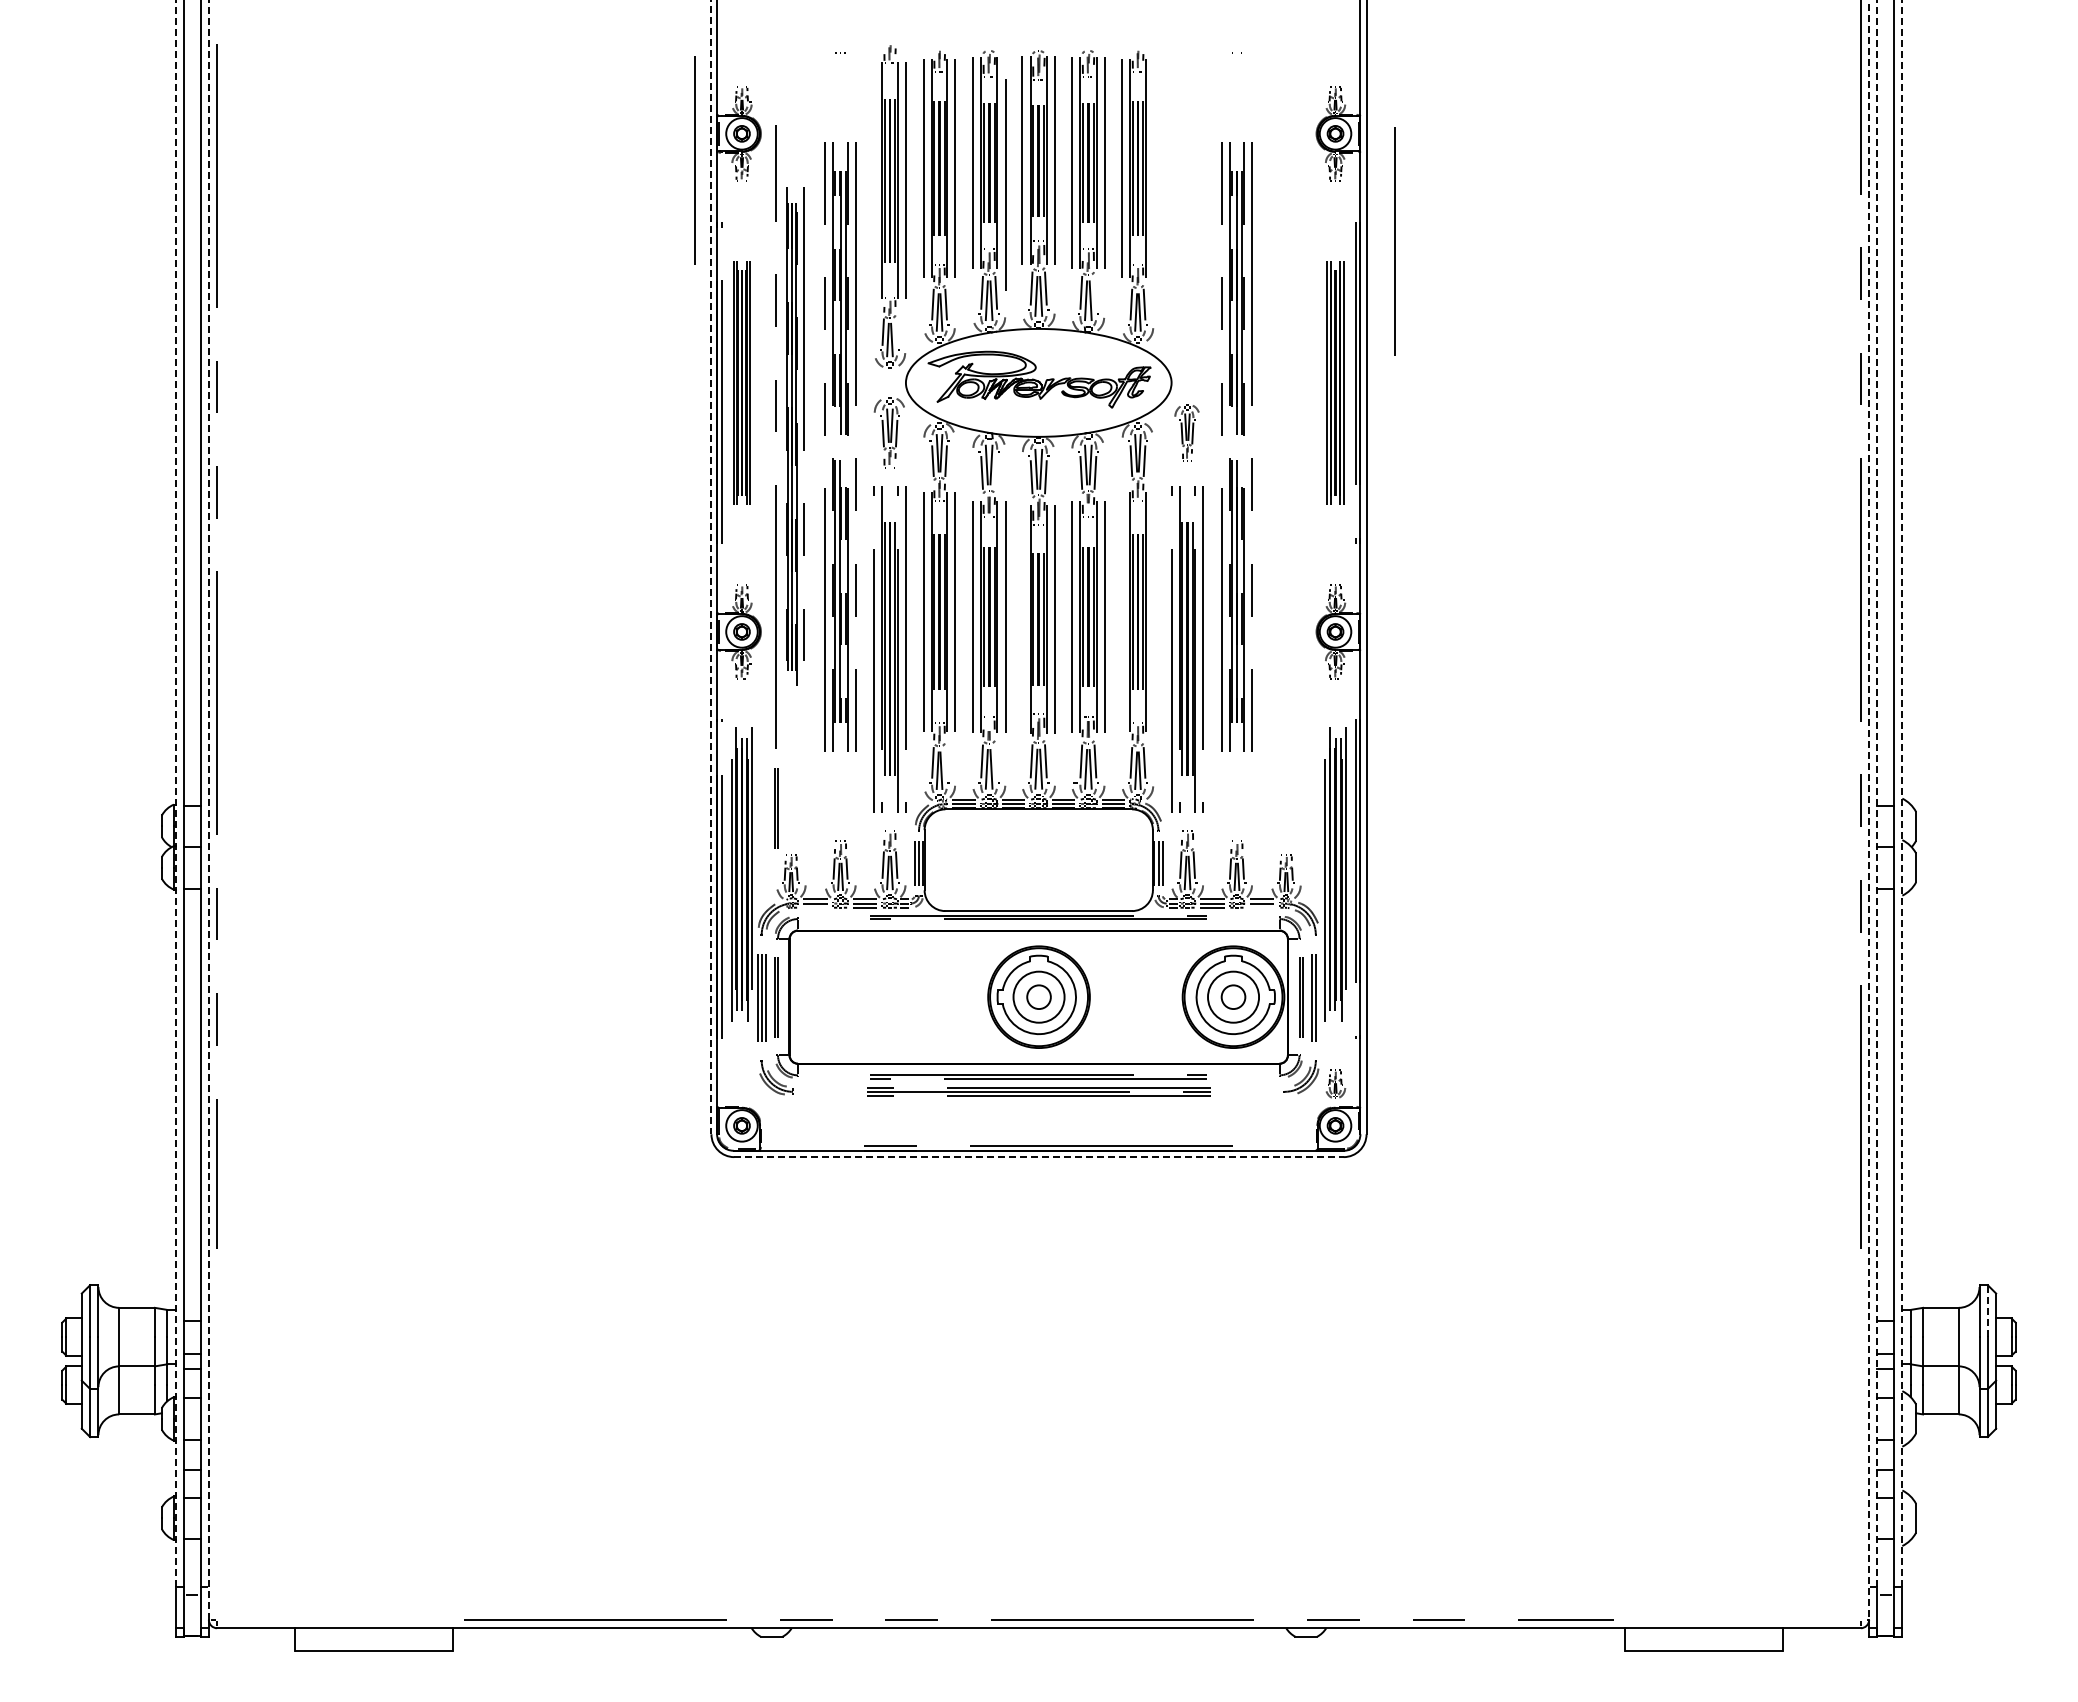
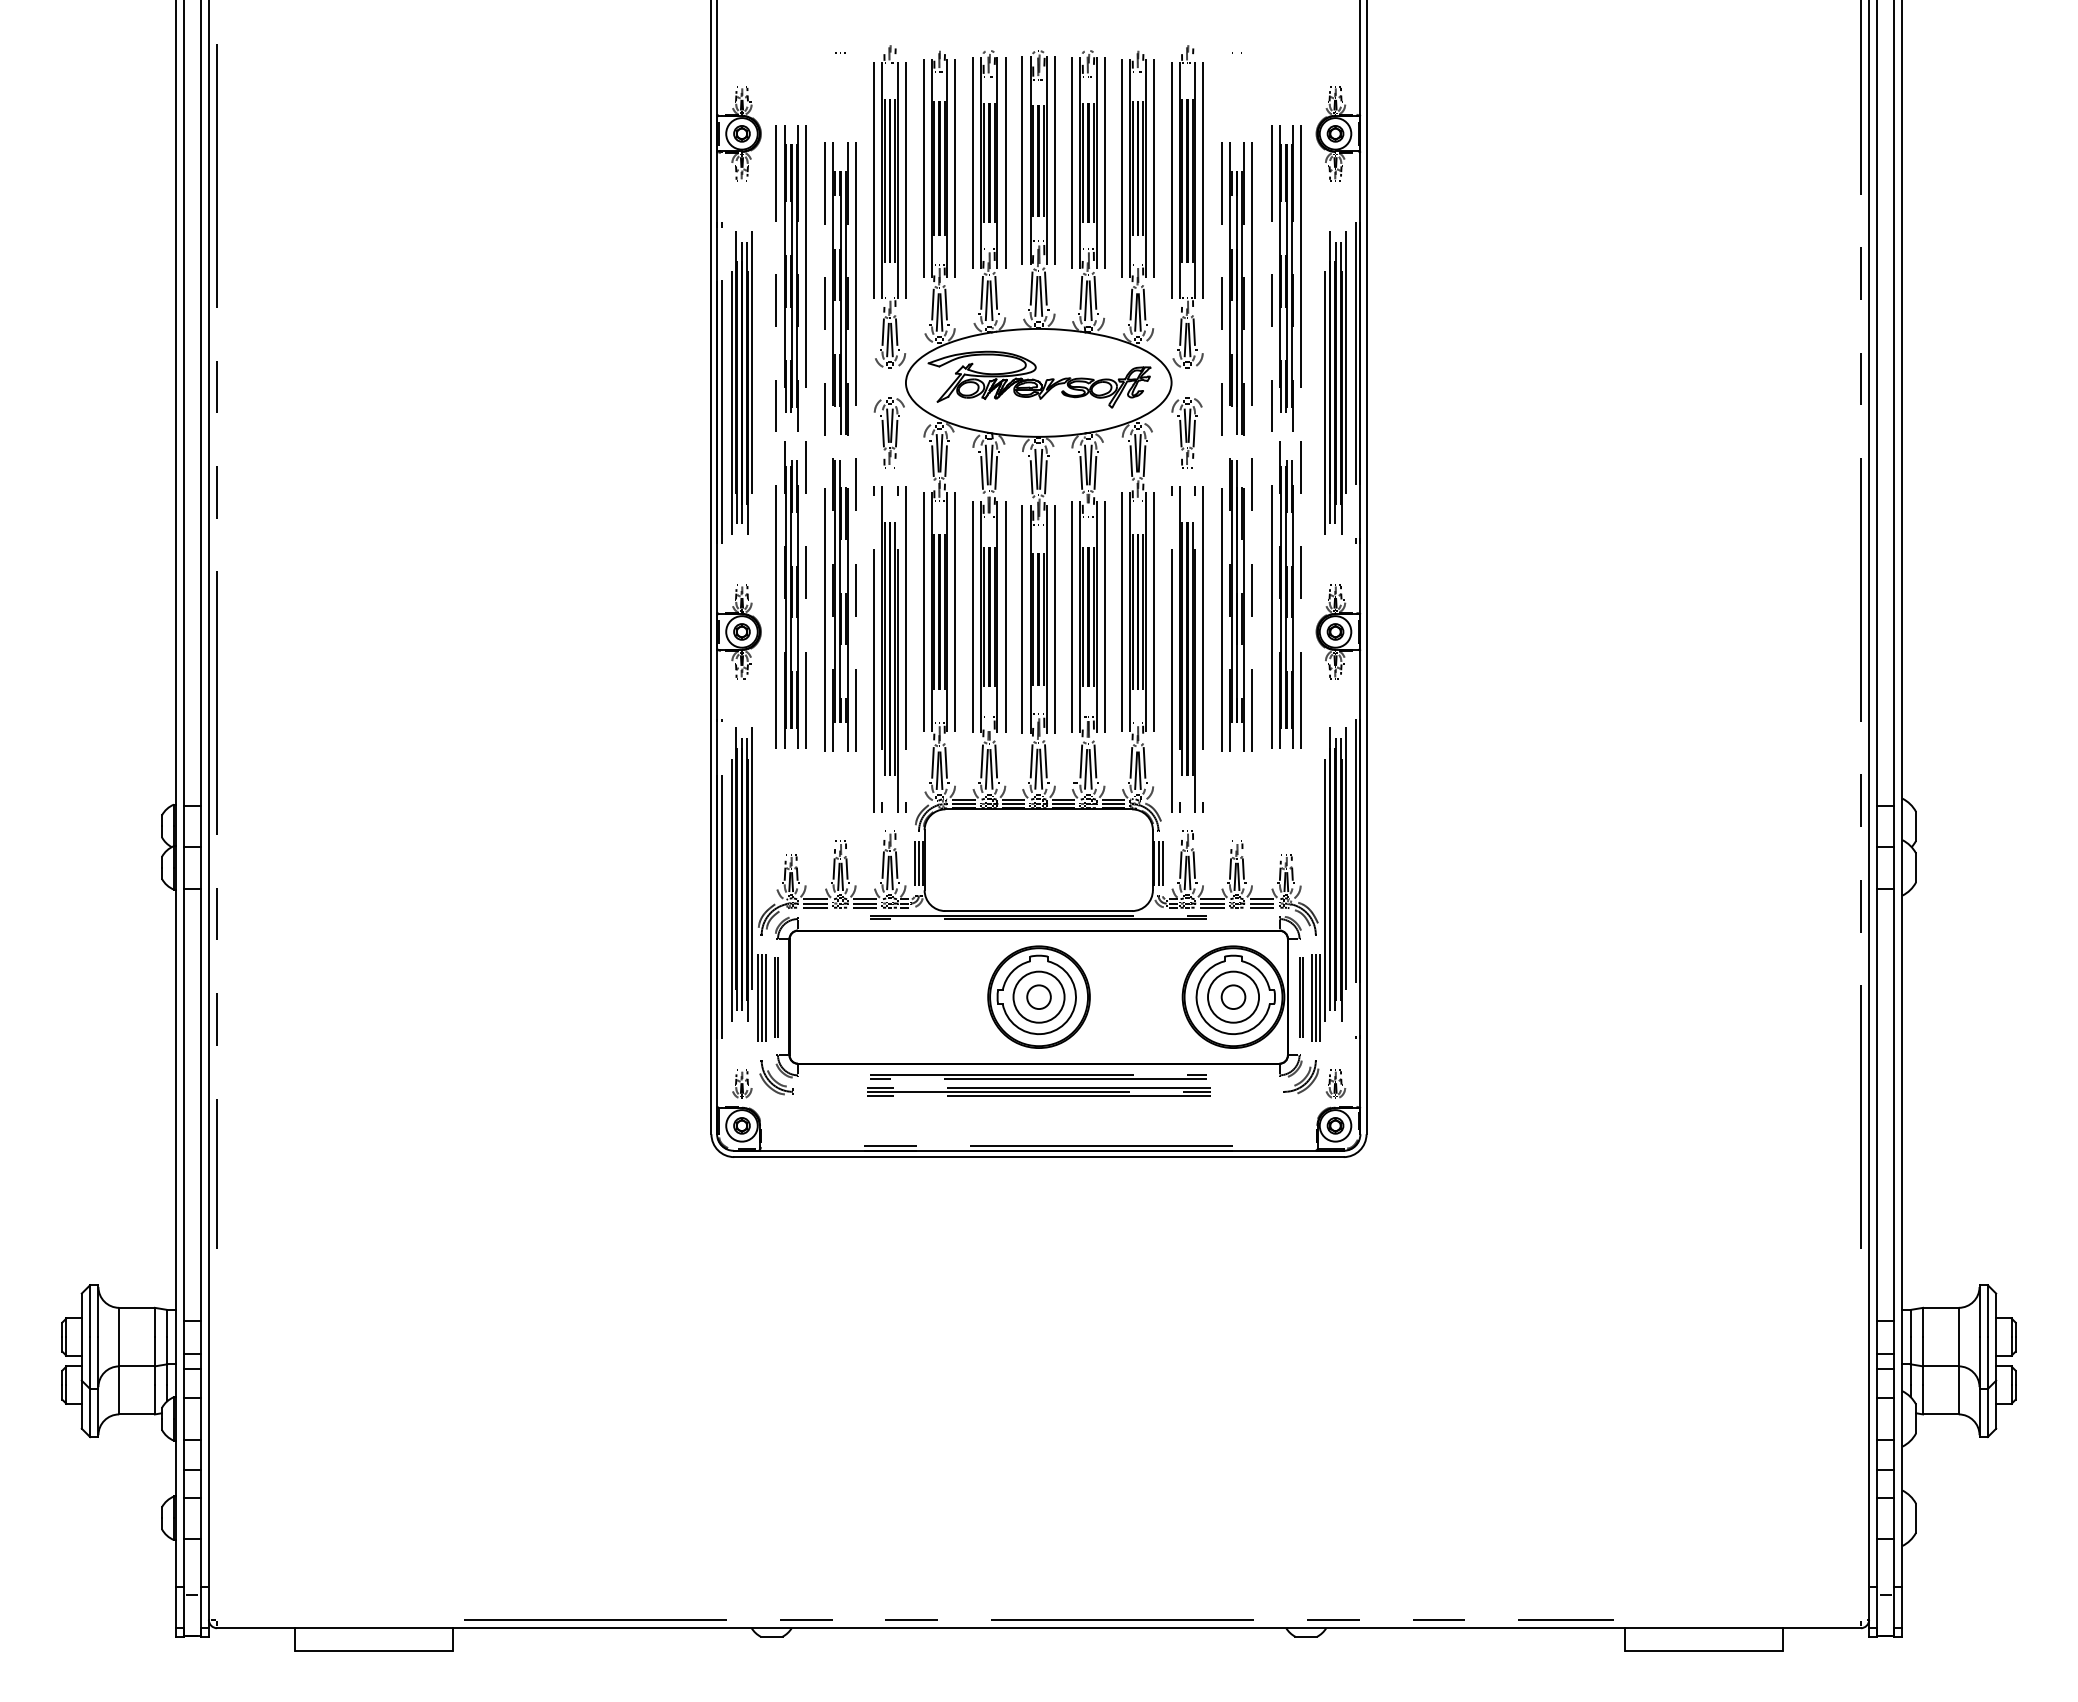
line at (694, 160): present -> none
line at (1153, 167): none -> present
line at (874, 180): none -> present
line at (1005, 184) position: (1005, 184) -> (1005, 162)
part at (1187, 206): none -> present
line at (1394, 241) position: (1394, 241) -> (1021, 619)
line at (1095, 292): none -> present
line at (896, 331): none -> present
part at (741, 382) size: 18x244 px -> 22x304 px
part at (1335, 382) size: 19x244 px -> 23x304 px
part at (1292, 431): none -> present
part at (1186, 432) size: 26x58 px -> 32x72 px
part at (795, 436) size: 19x499 px -> 23x624 px
line at (996, 472): none -> present
line at (711, 567): dashed -> solid
line at (1122, 611): none -> present
line at (1153, 611): none -> present
line at (996, 761): none -> present
line at (945, 762): none -> present
line at (175, 792): dashed -> solid
line at (1877, 792): dashed -> solid
line at (1902, 792): dashed -> solid
line at (775, 808): present -> none
line at (208, 809): dashed -> solid
line at (1869, 809): dashed -> solid
line at (815, 907): none -> present
line at (1261, 907): none -> present
line at (1319, 997): none -> present
part at (742, 1083): none -> present
line at (1038, 1157): dashed -> solid
line at (1987, 1311): dashed -> solid
